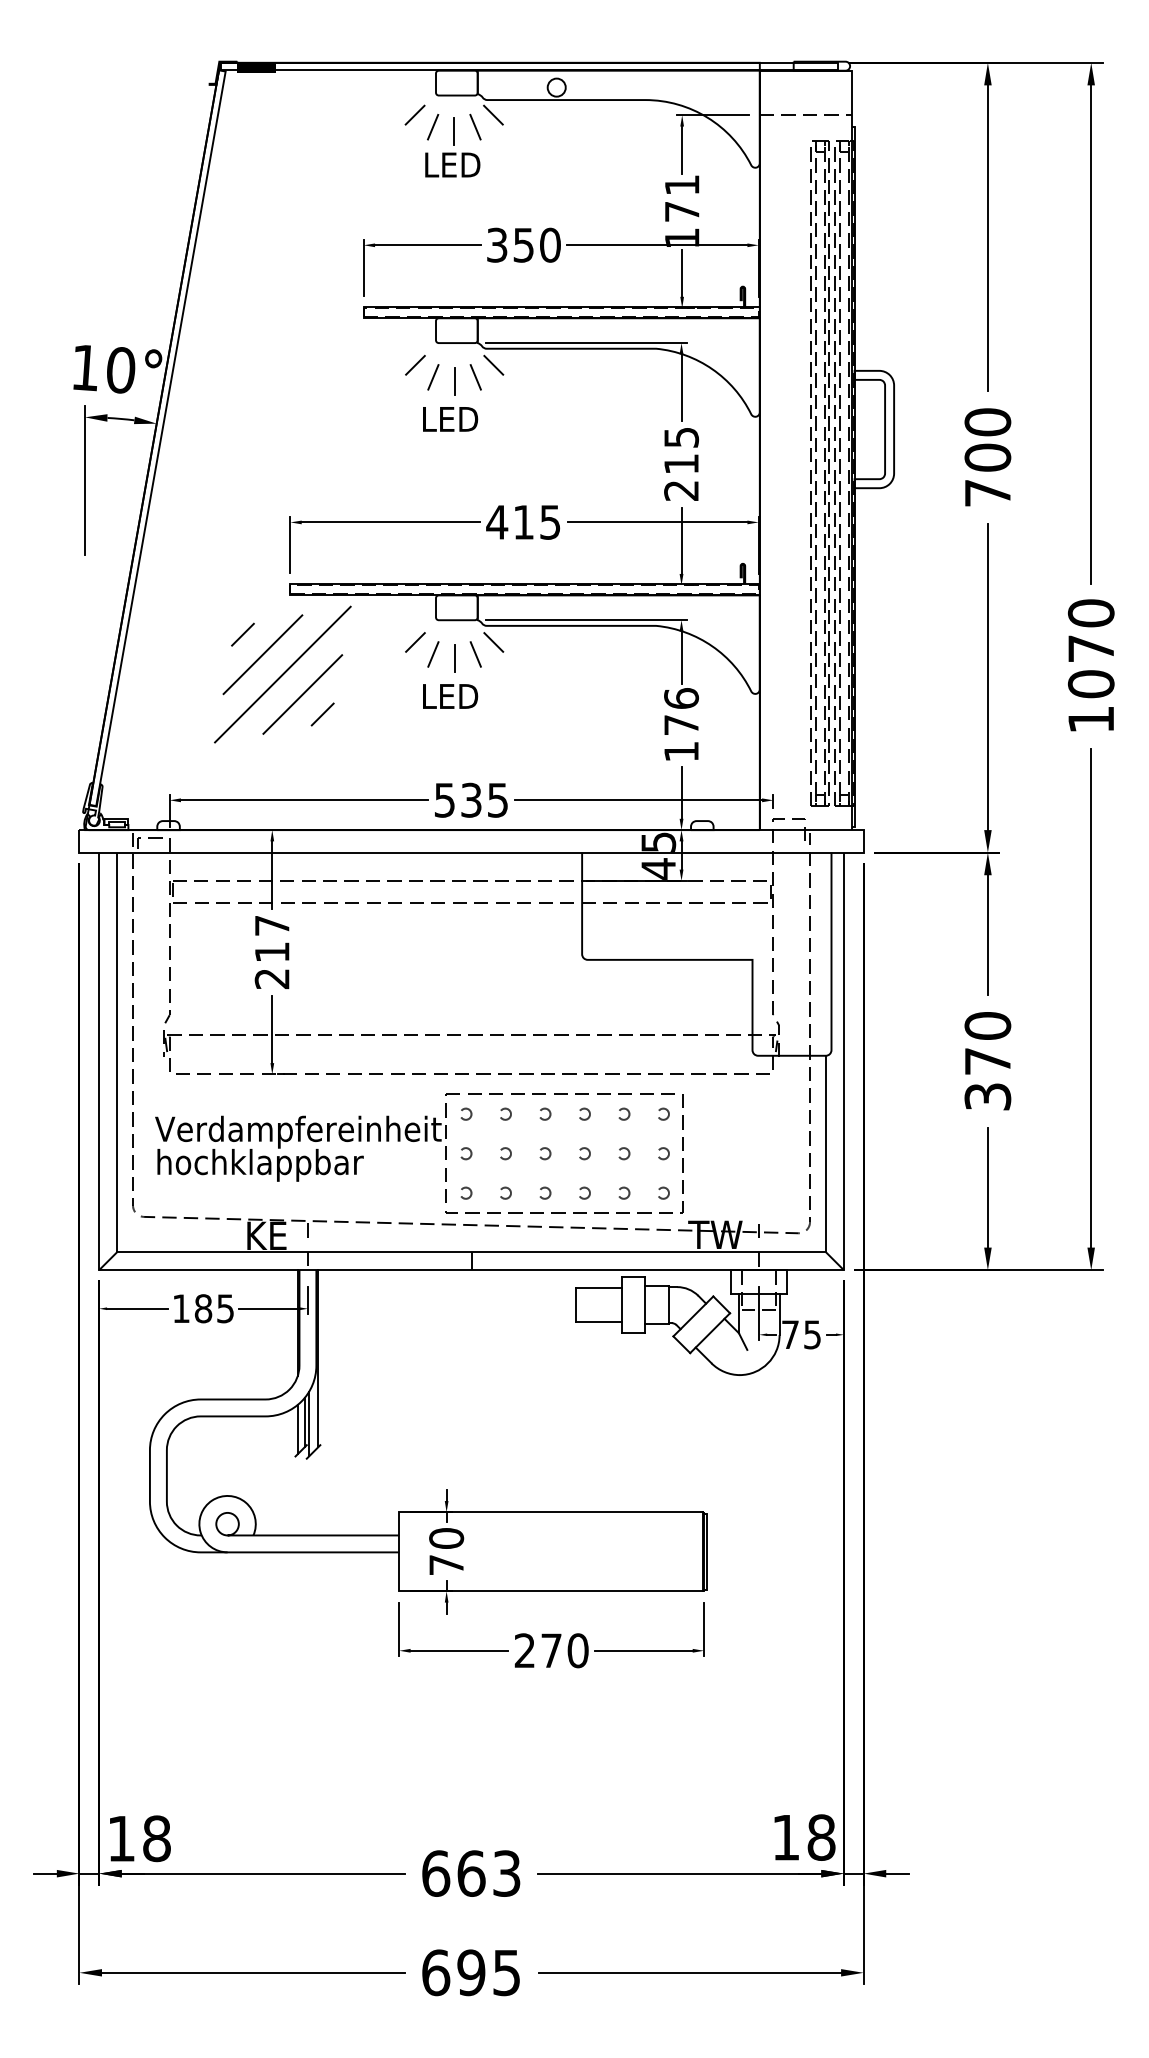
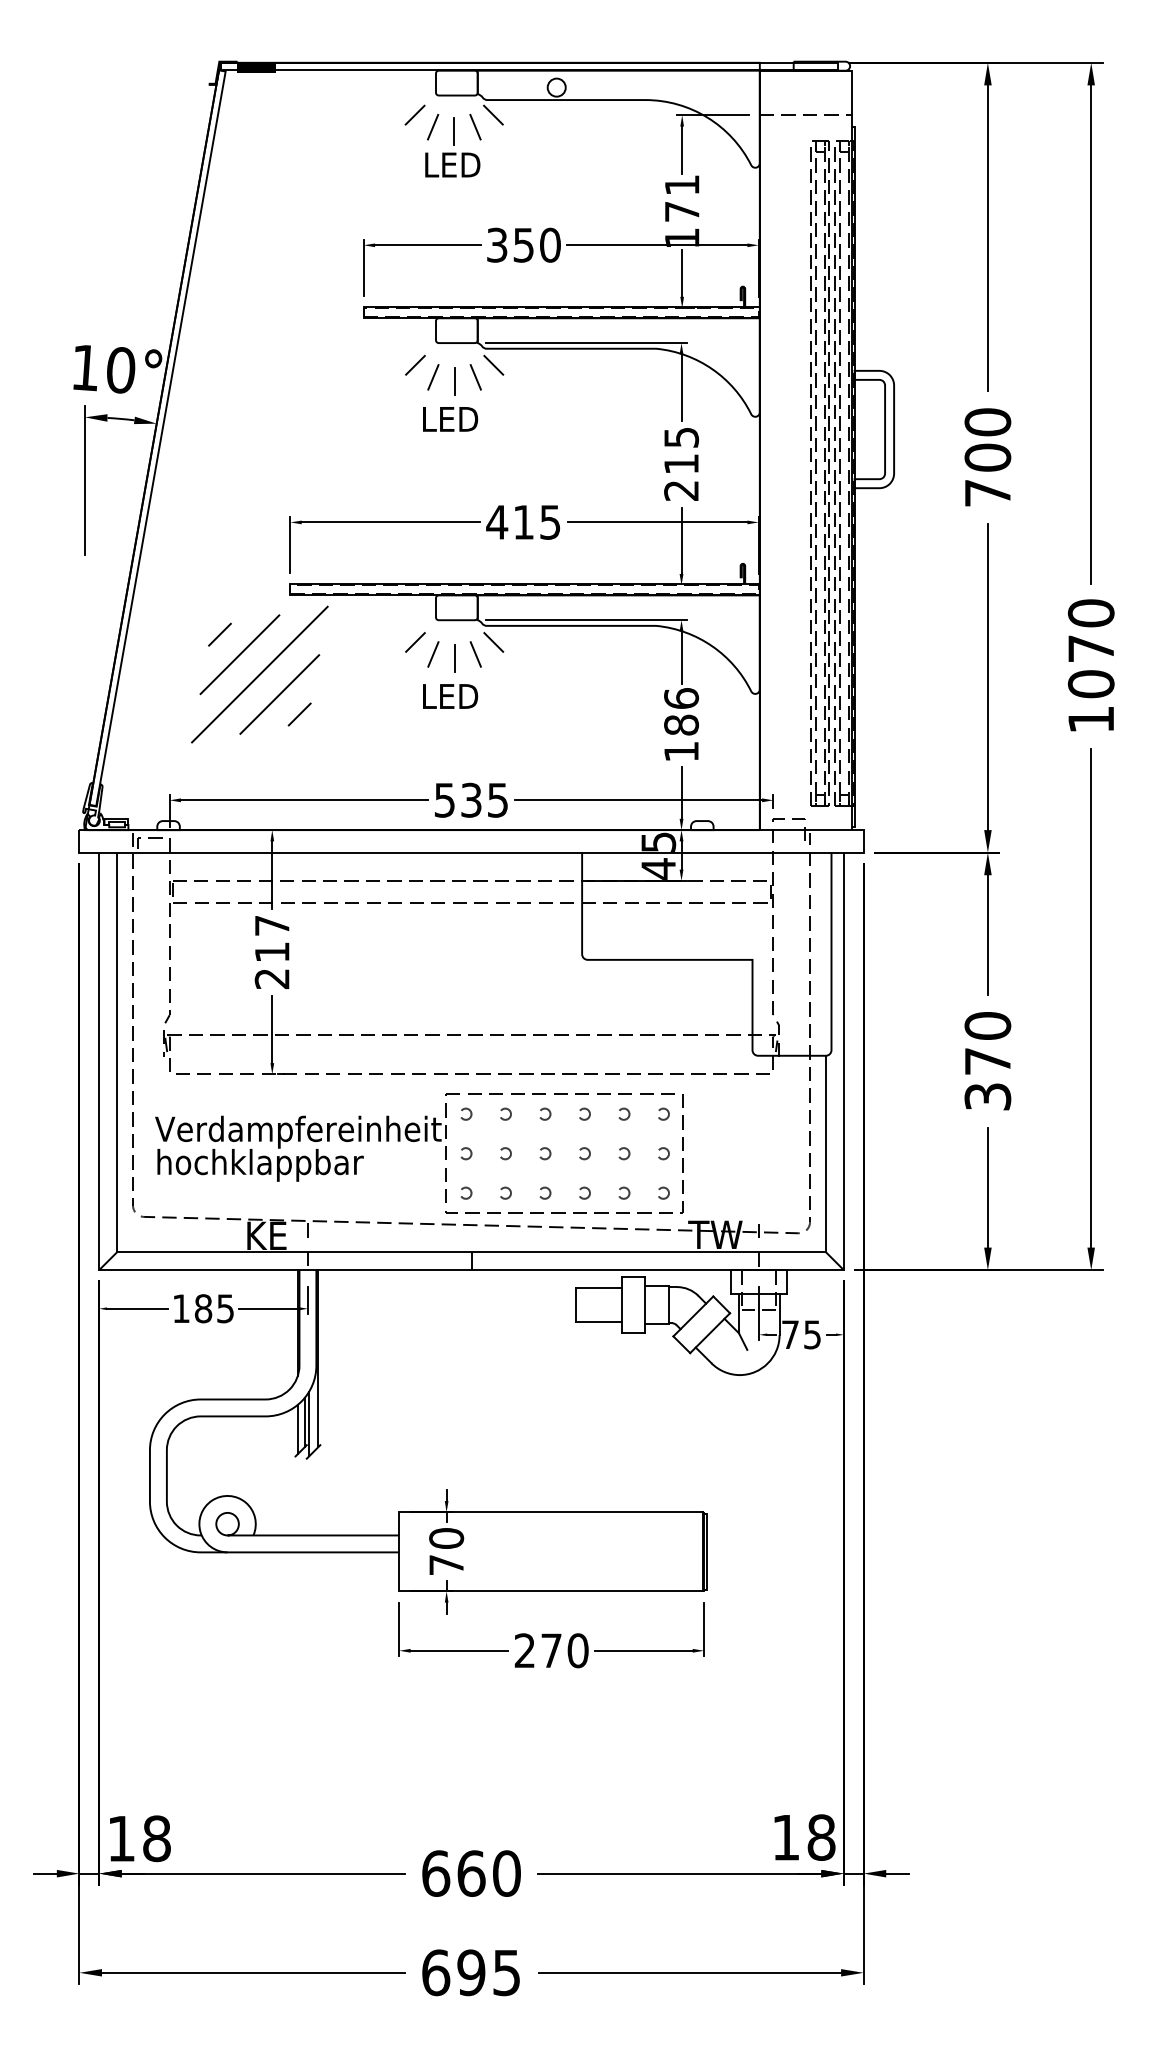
part at (282, 674) position: (282, 674) -> (259, 674)
text at (681, 724): 176 -> 186
text at (506, 1873): 663 -> 660
